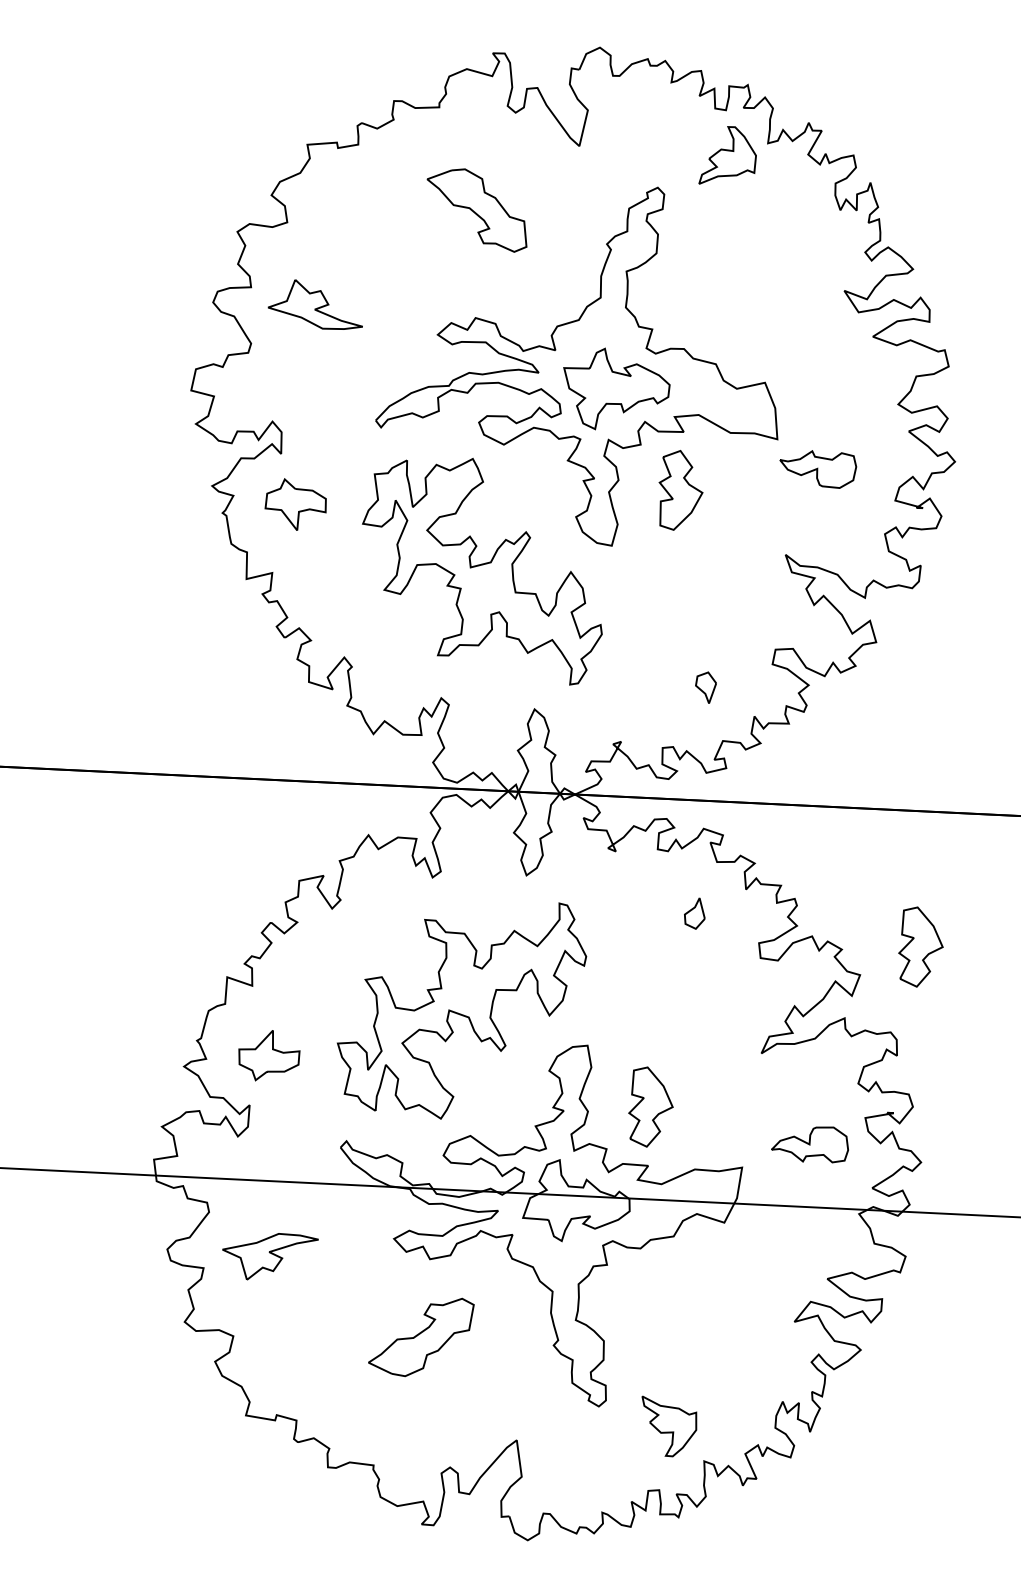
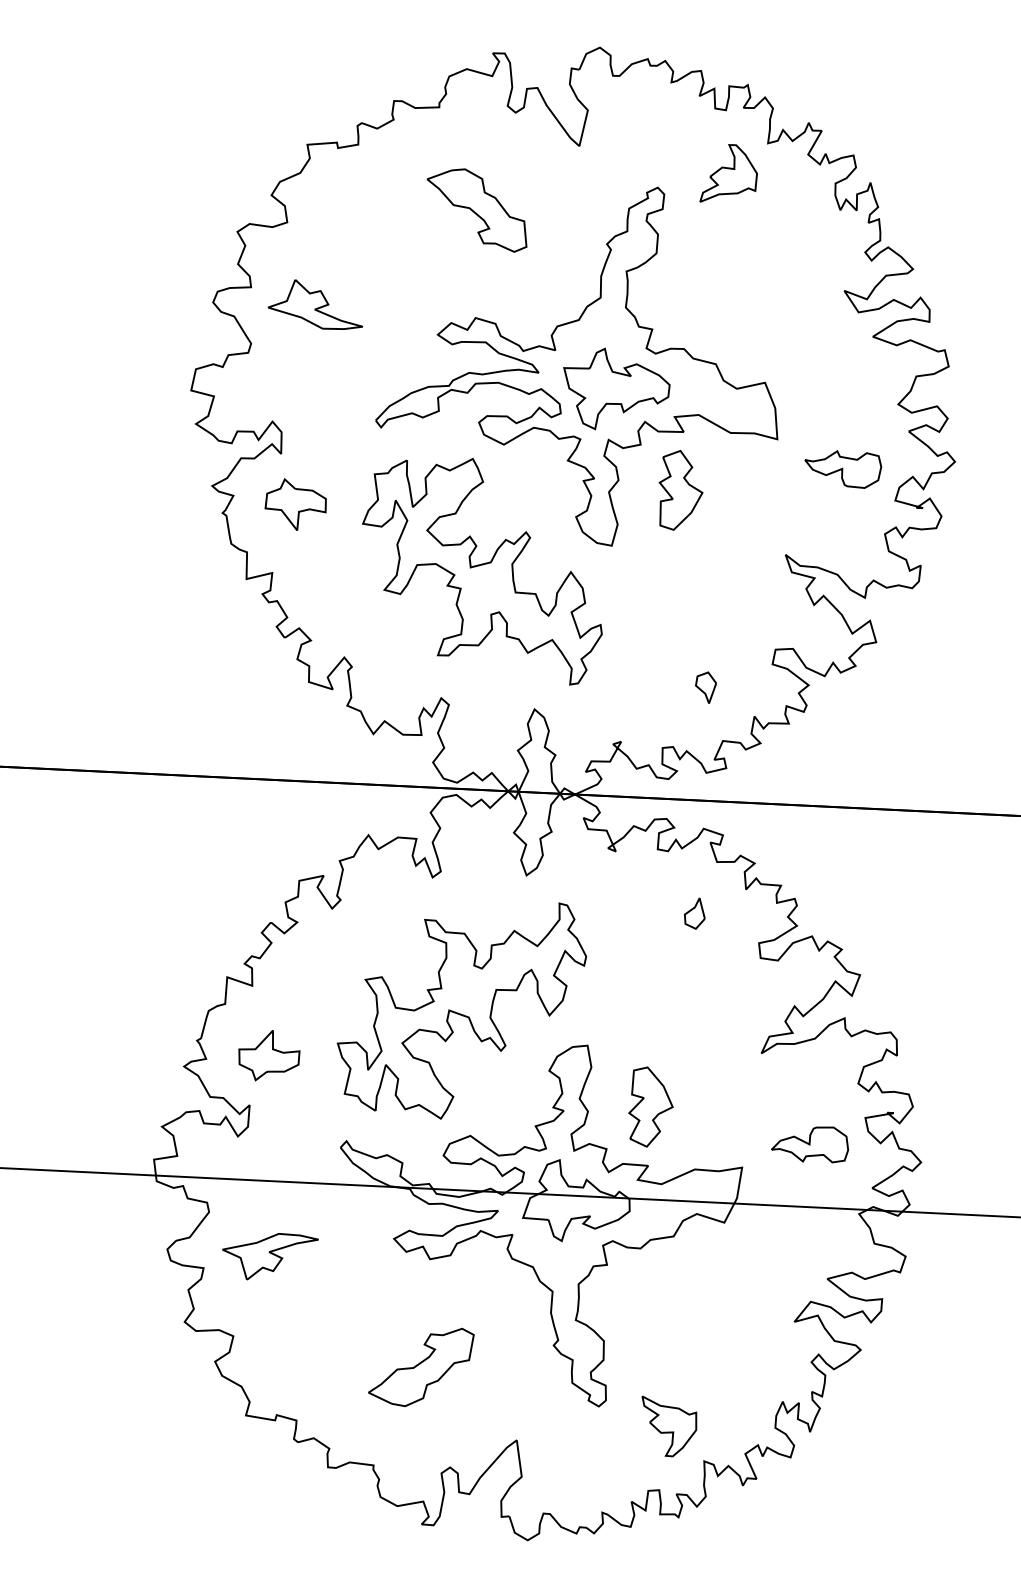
part at (727, 155) position: (727, 155) -> (728, 173)
part at (818, 469) position: (818, 469) -> (843, 469)
part at (920, 946): present -> none
part at (421, 1337) position: (421, 1337) -> (421, 1367)
